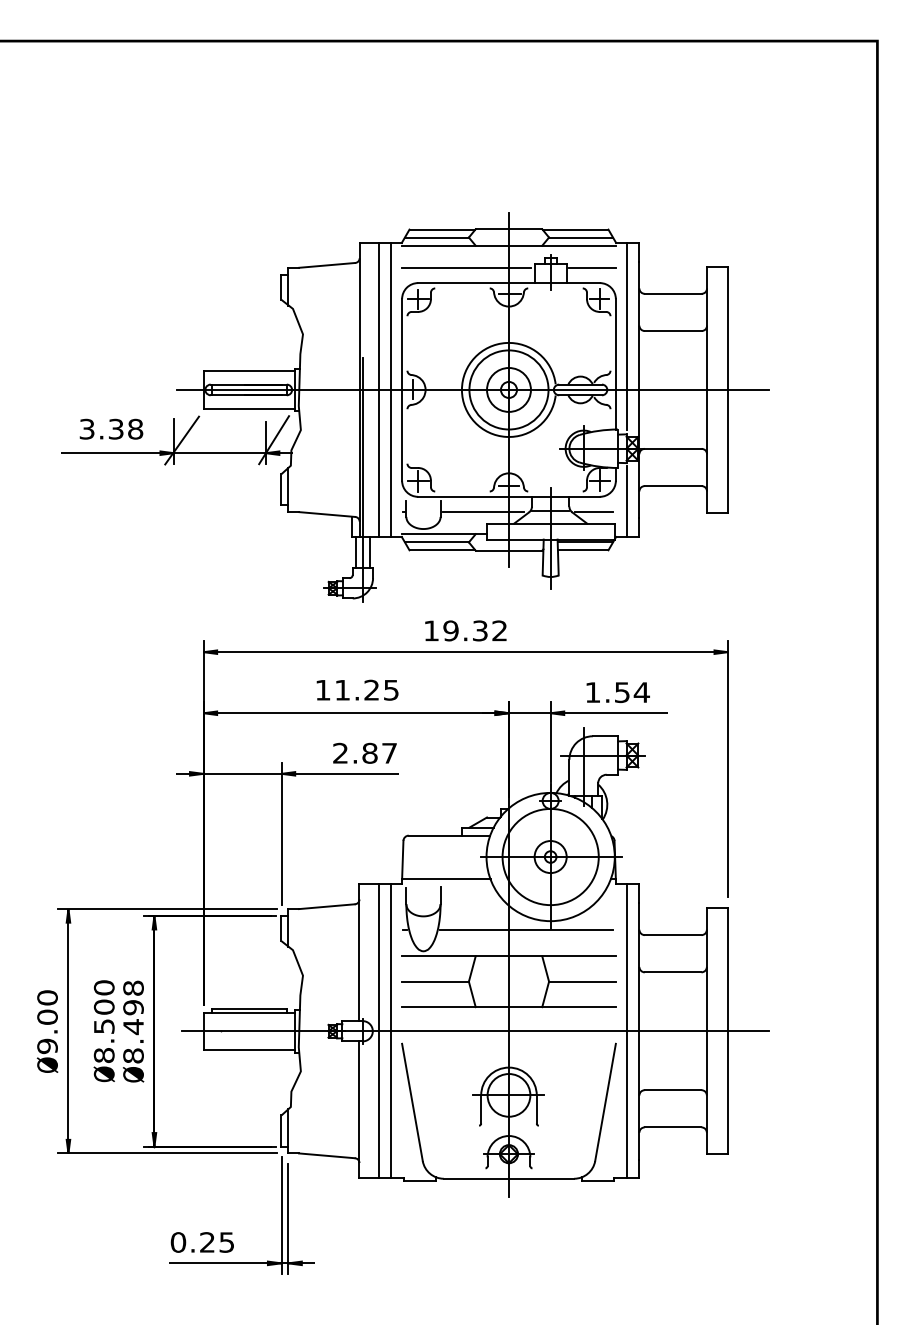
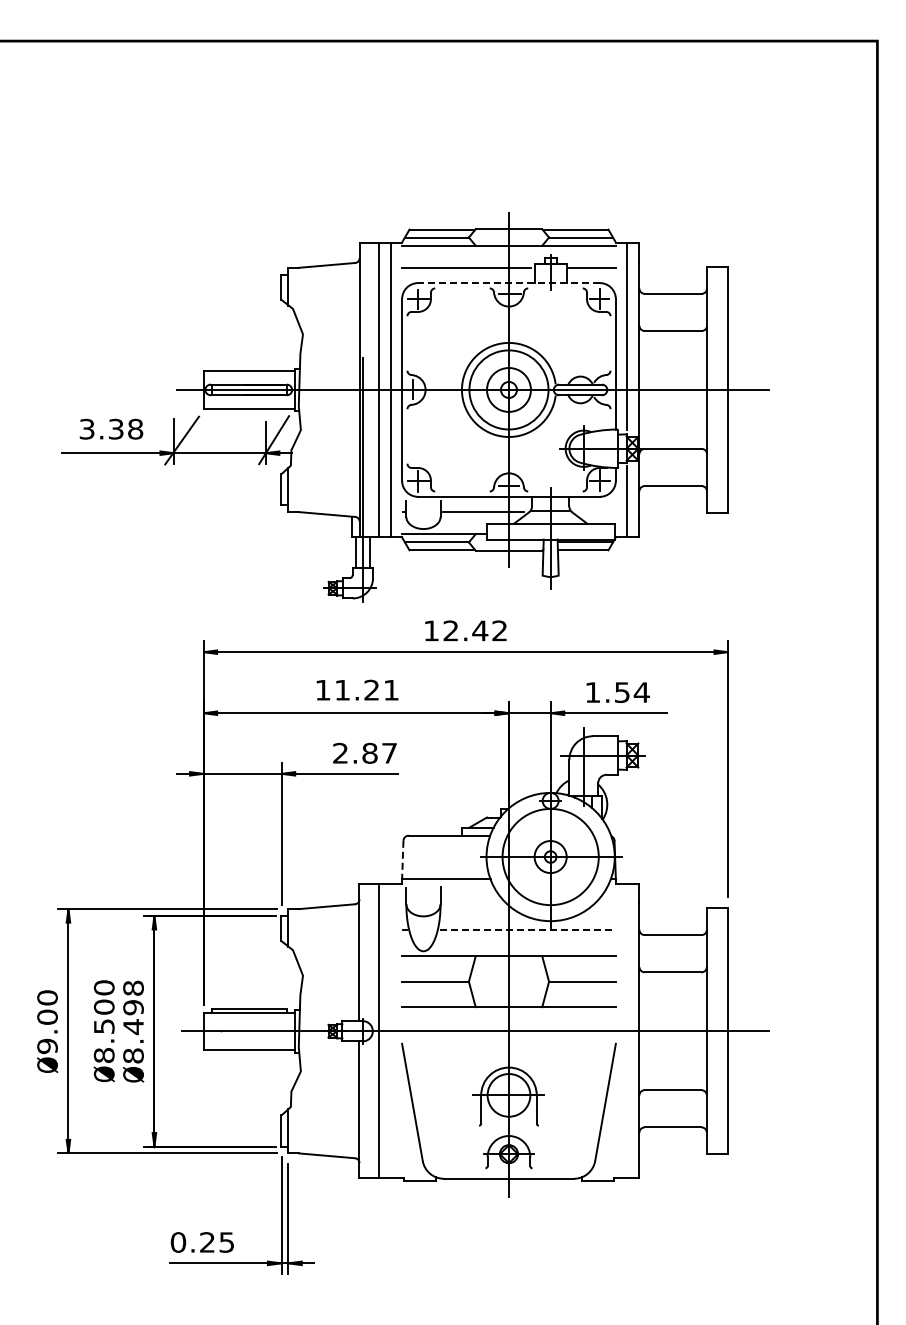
line at (508, 283): solid -> dashed
line at (593, 511): present -> none
text at (465, 630): 19.32 -> 12.42
text at (391, 690): 11.25 -> 11.21
line at (402, 860): solid -> dashed
line at (526, 930): solid -> dashed
line at (391, 1031): present -> none
line at (626, 1031): present -> none
